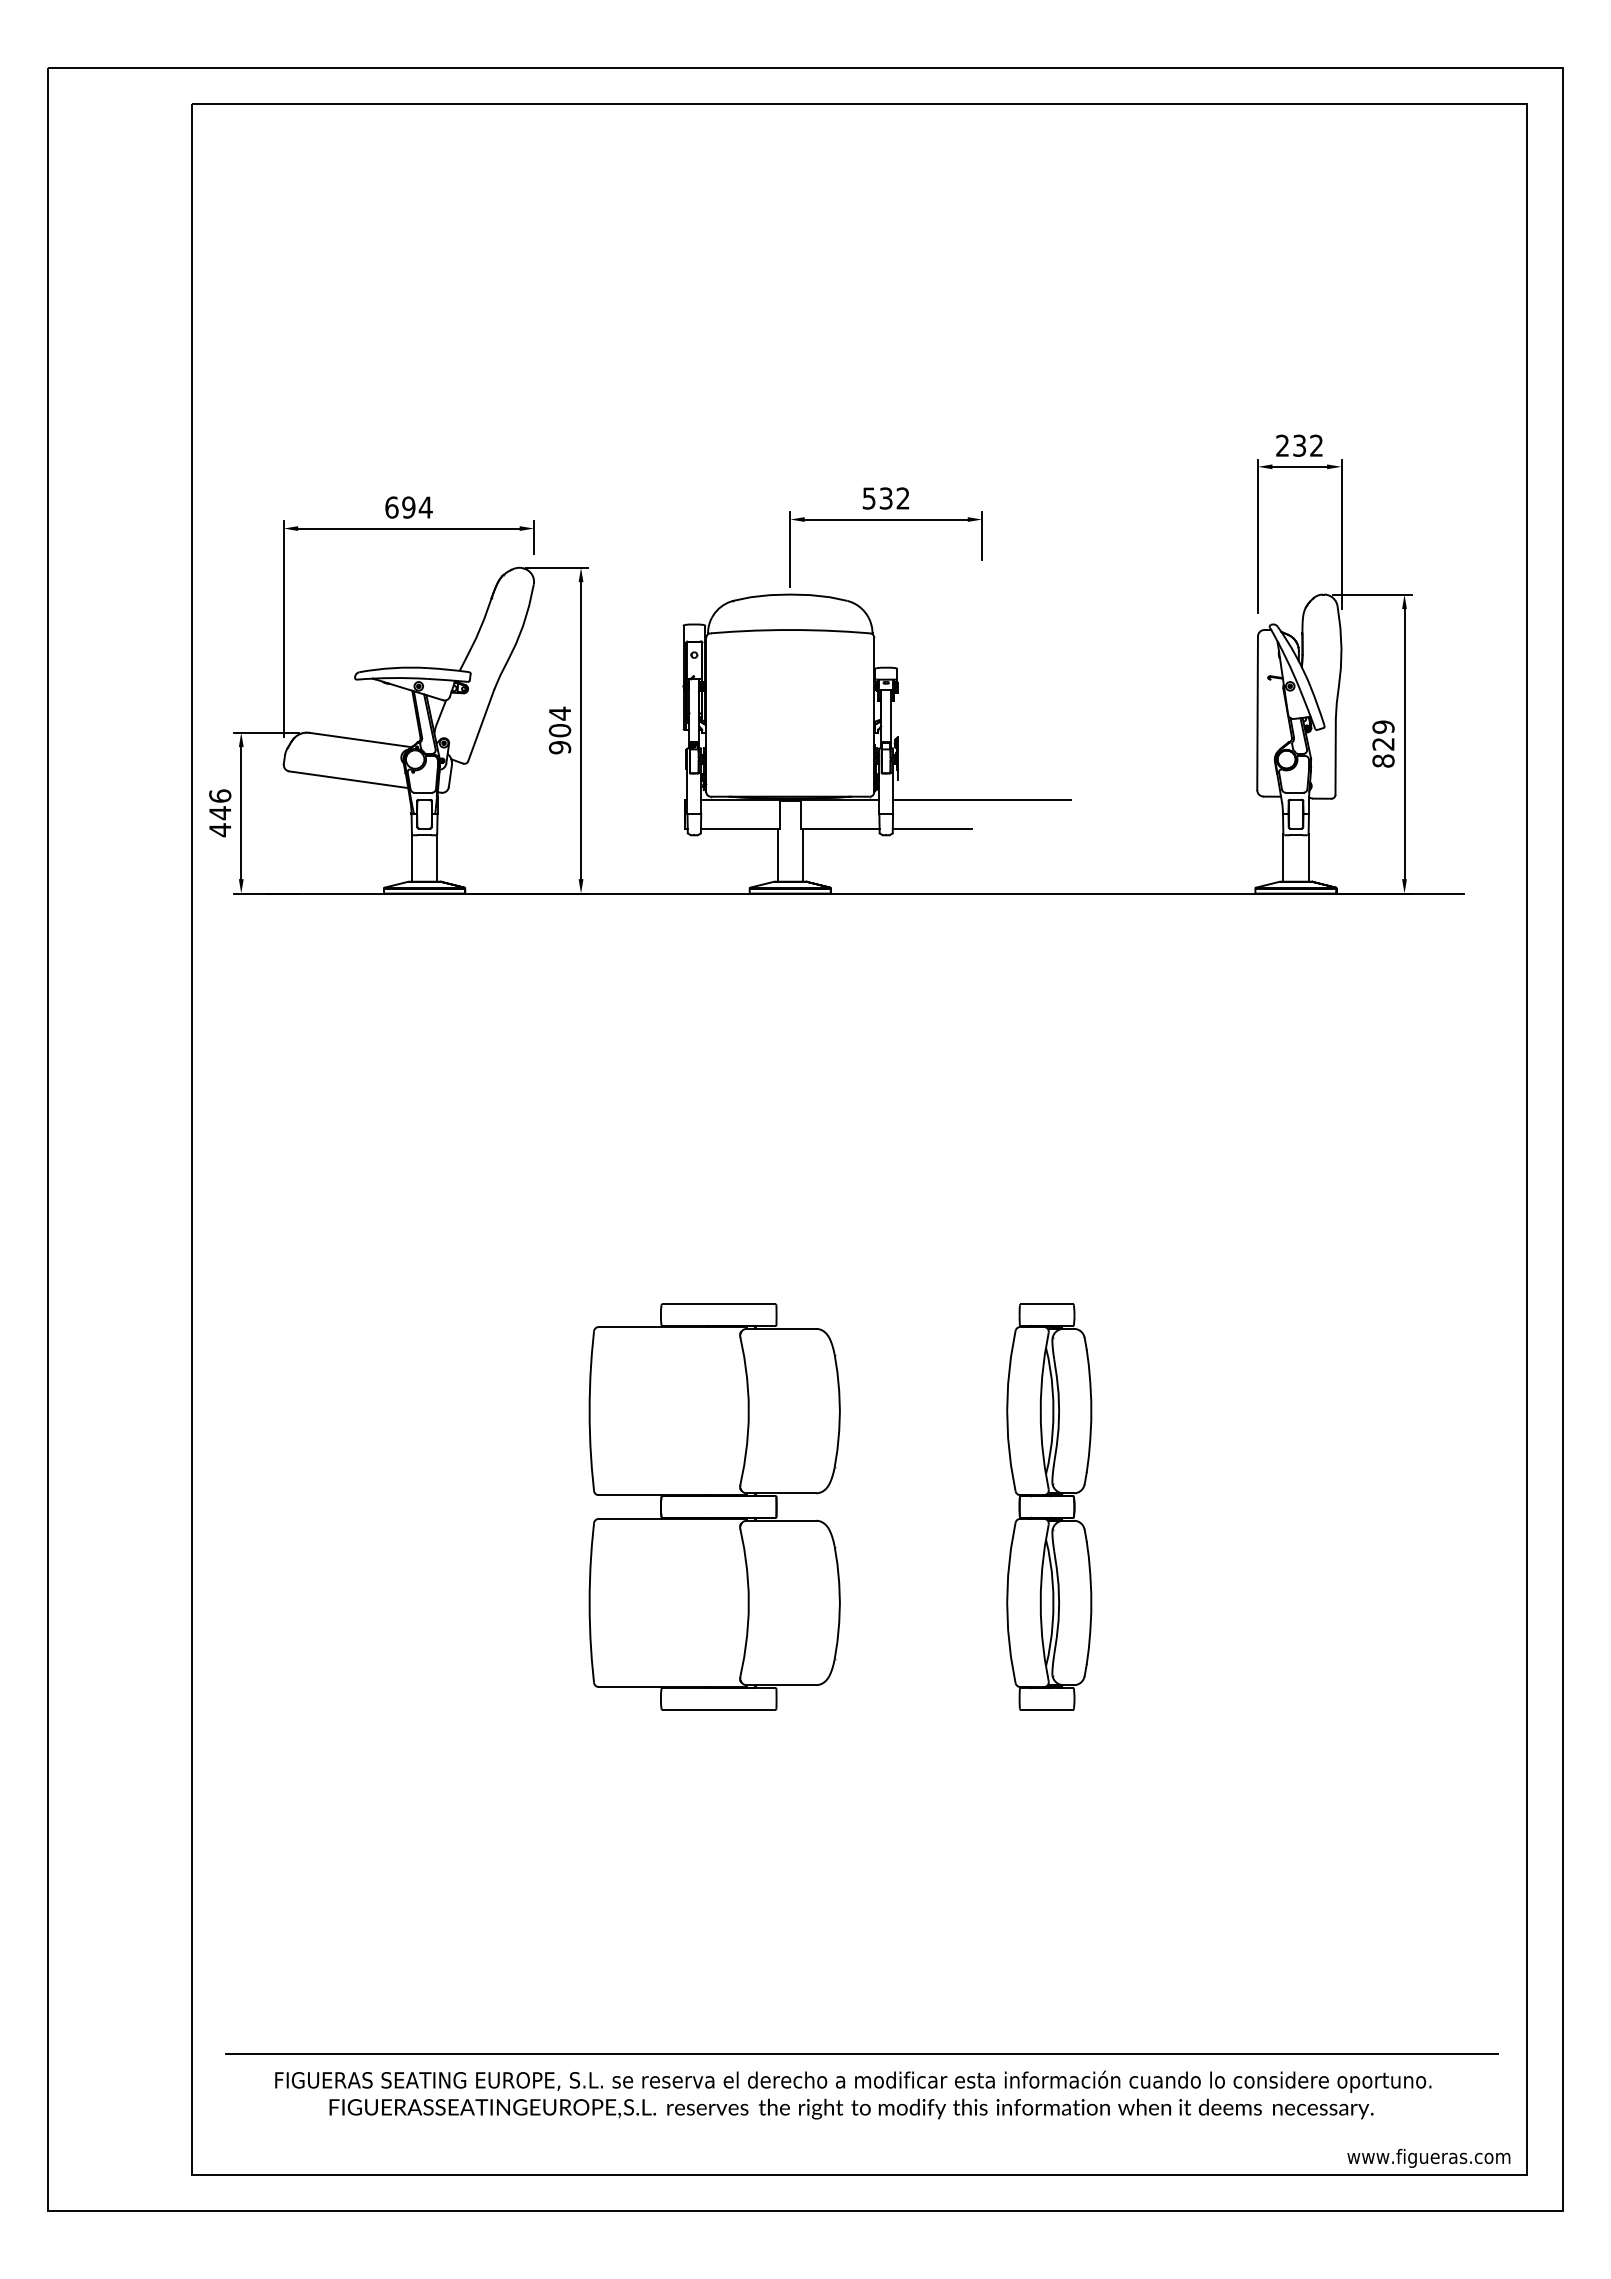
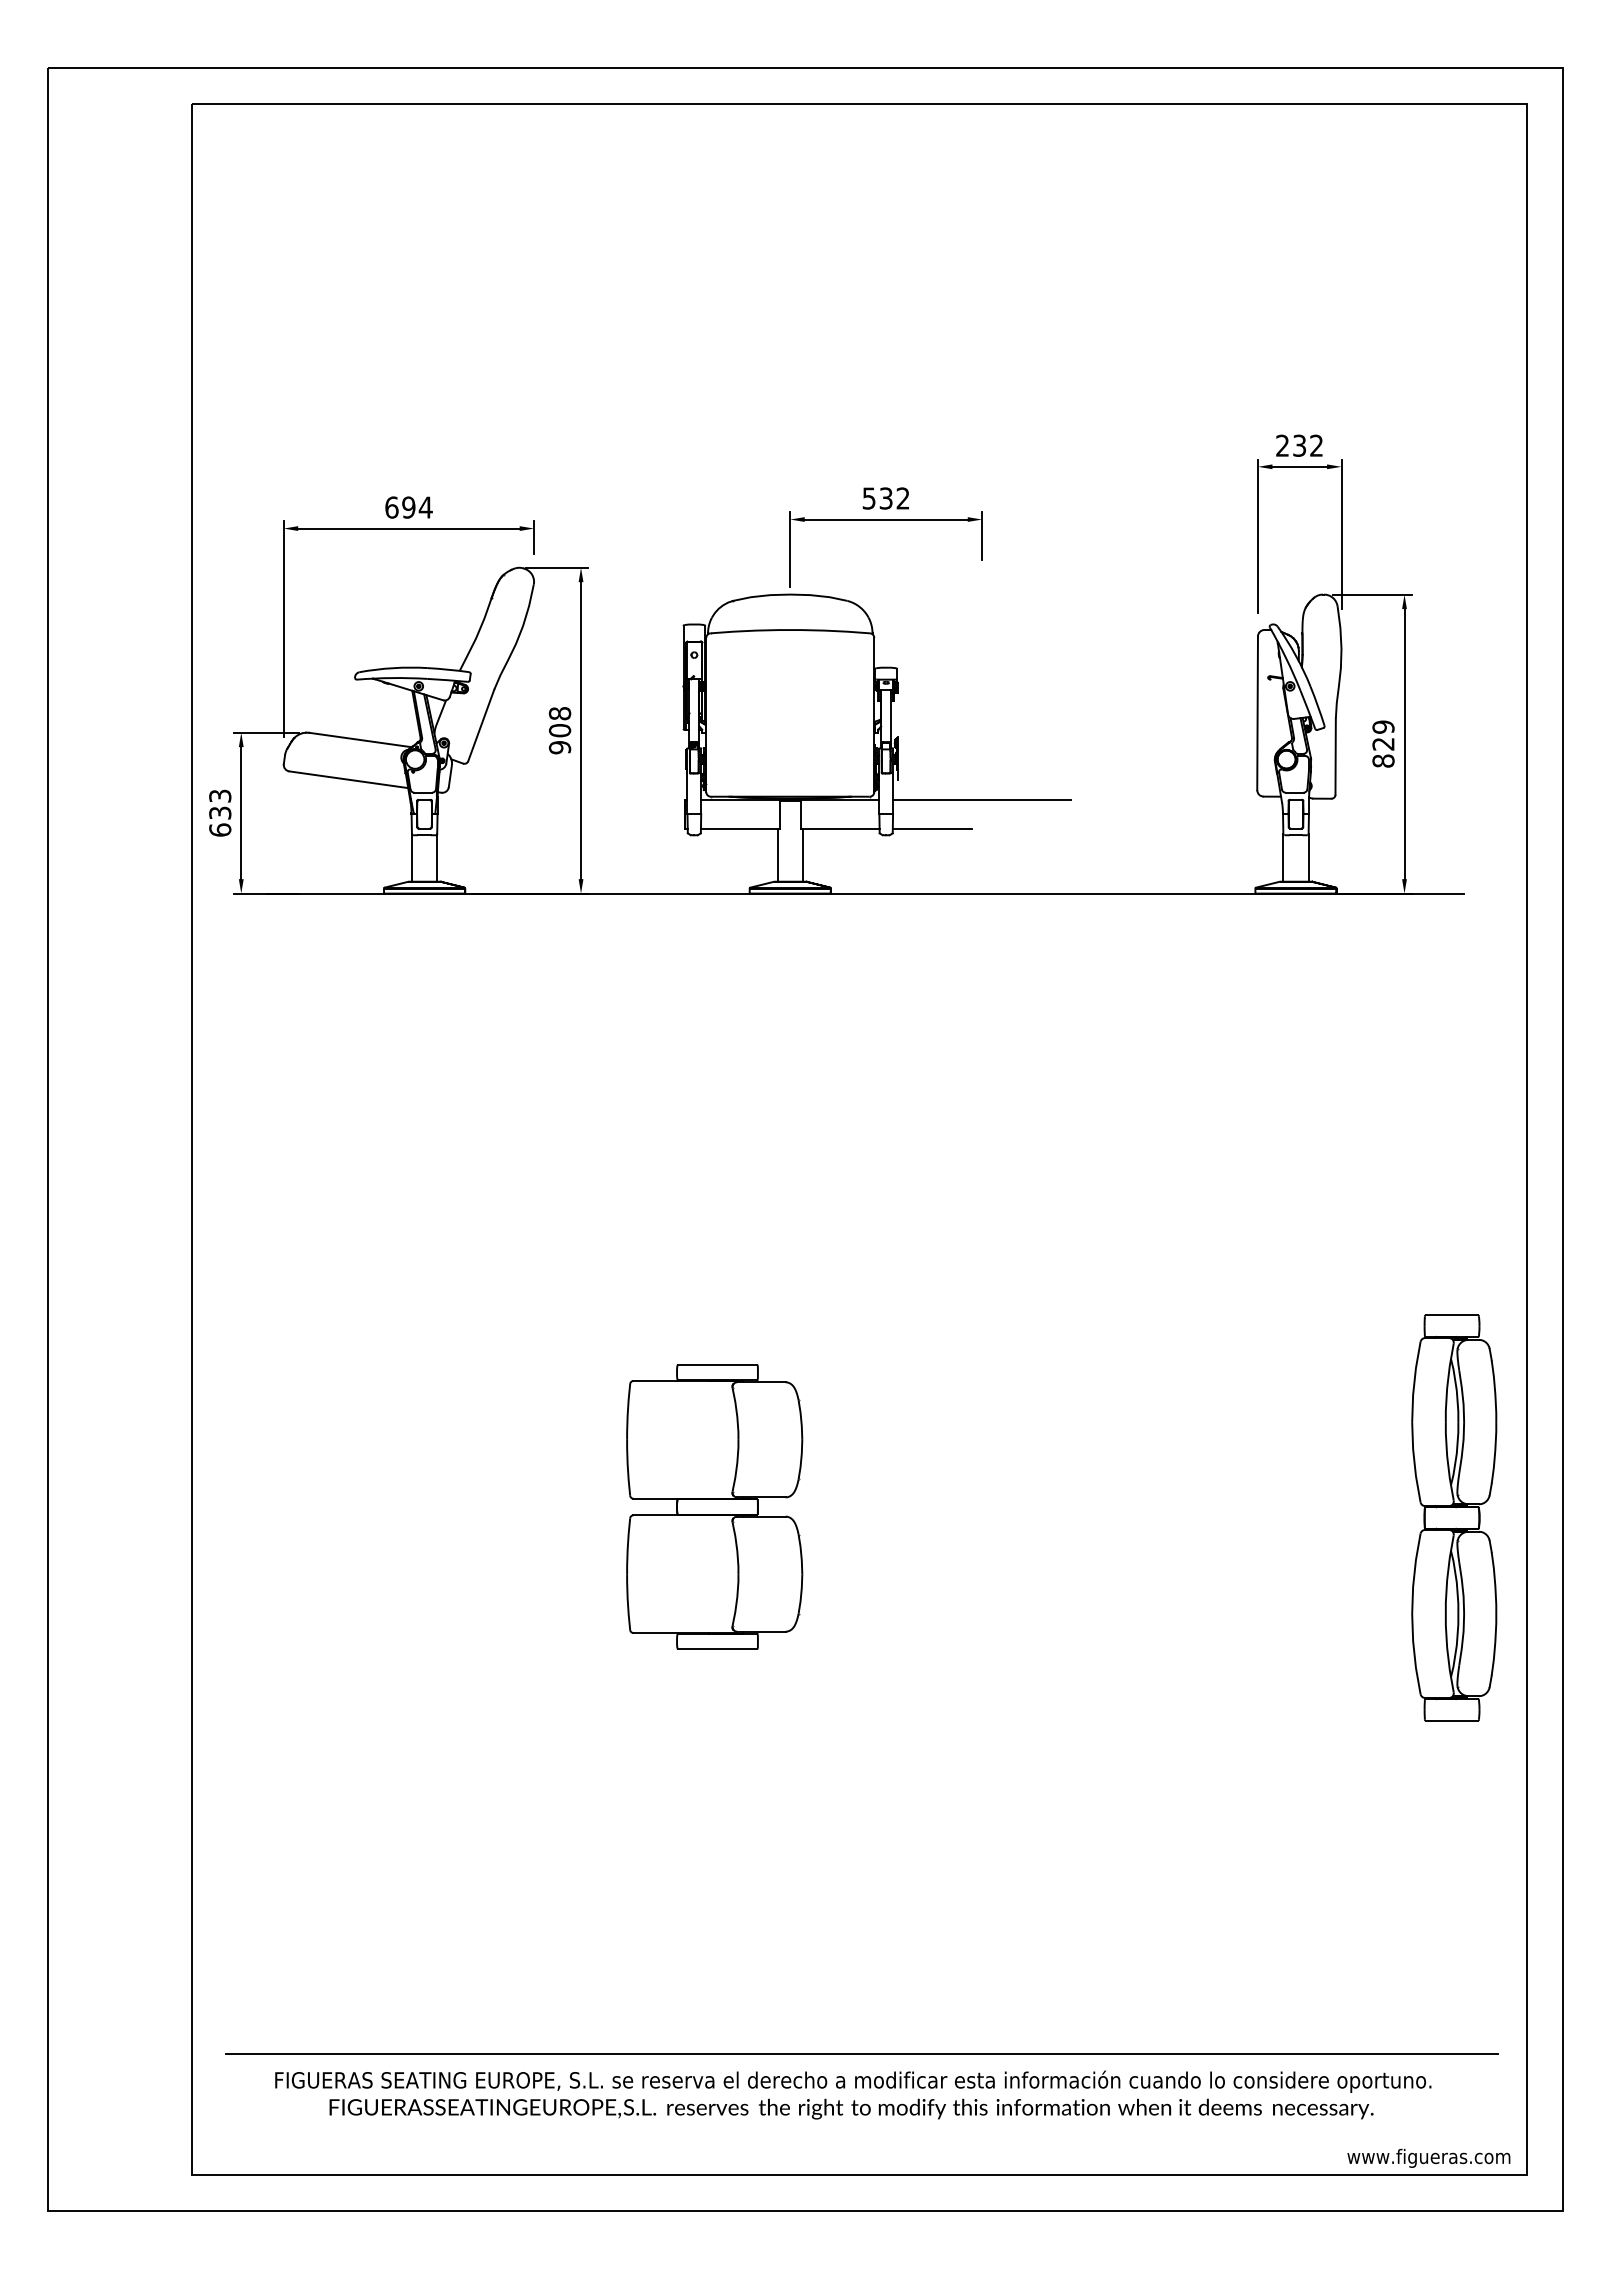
text at (559, 713): 904 -> 908
text at (220, 813): 446 -> 633
part at (714, 1506) size: 253x408 px -> 178x286 px
part at (1049, 1506) position: (1049, 1506) -> (1454, 1517)
